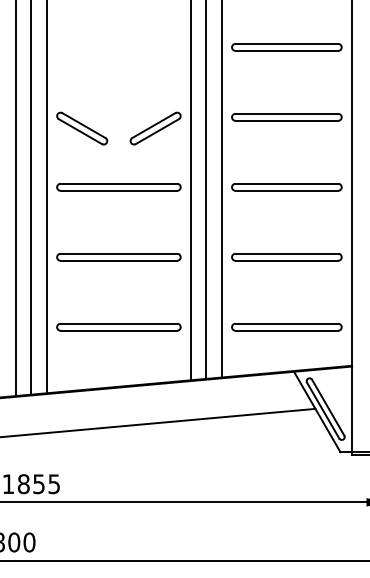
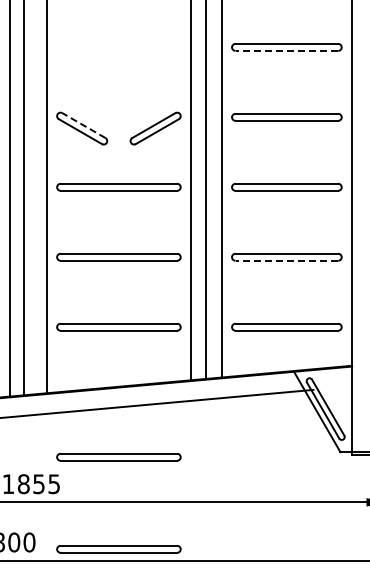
line at (286, 50): solid -> dashed
line at (83, 125): solid -> dashed
line at (31, 198) position: (31, 198) -> (24, 198)
line at (16, 199) position: (16, 199) -> (10, 199)
line at (286, 260): solid -> dashed
line at (158, 422) position: (158, 422) -> (157, 403)
part at (118, 457): none -> present
part at (118, 549): none -> present
